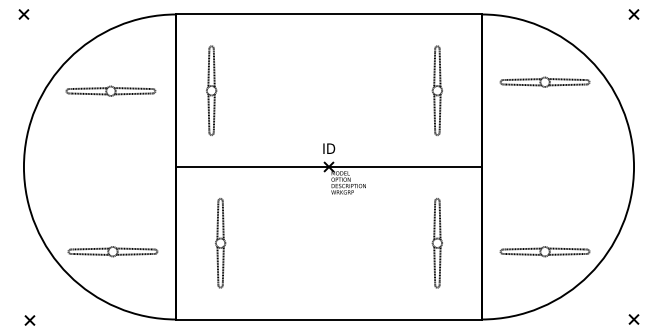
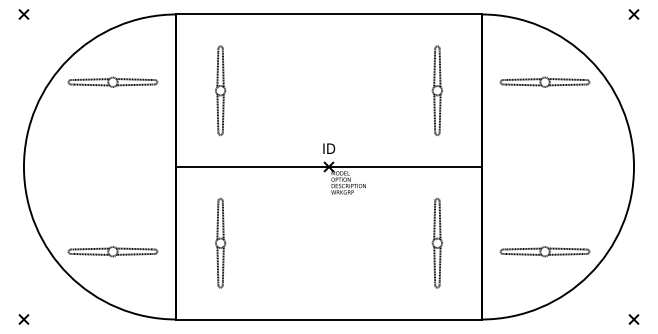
part at (110, 90) position: (110, 90) -> (112, 81)
part at (211, 90) position: (211, 90) -> (220, 90)
part at (29, 320) position: (29, 320) -> (23, 319)
